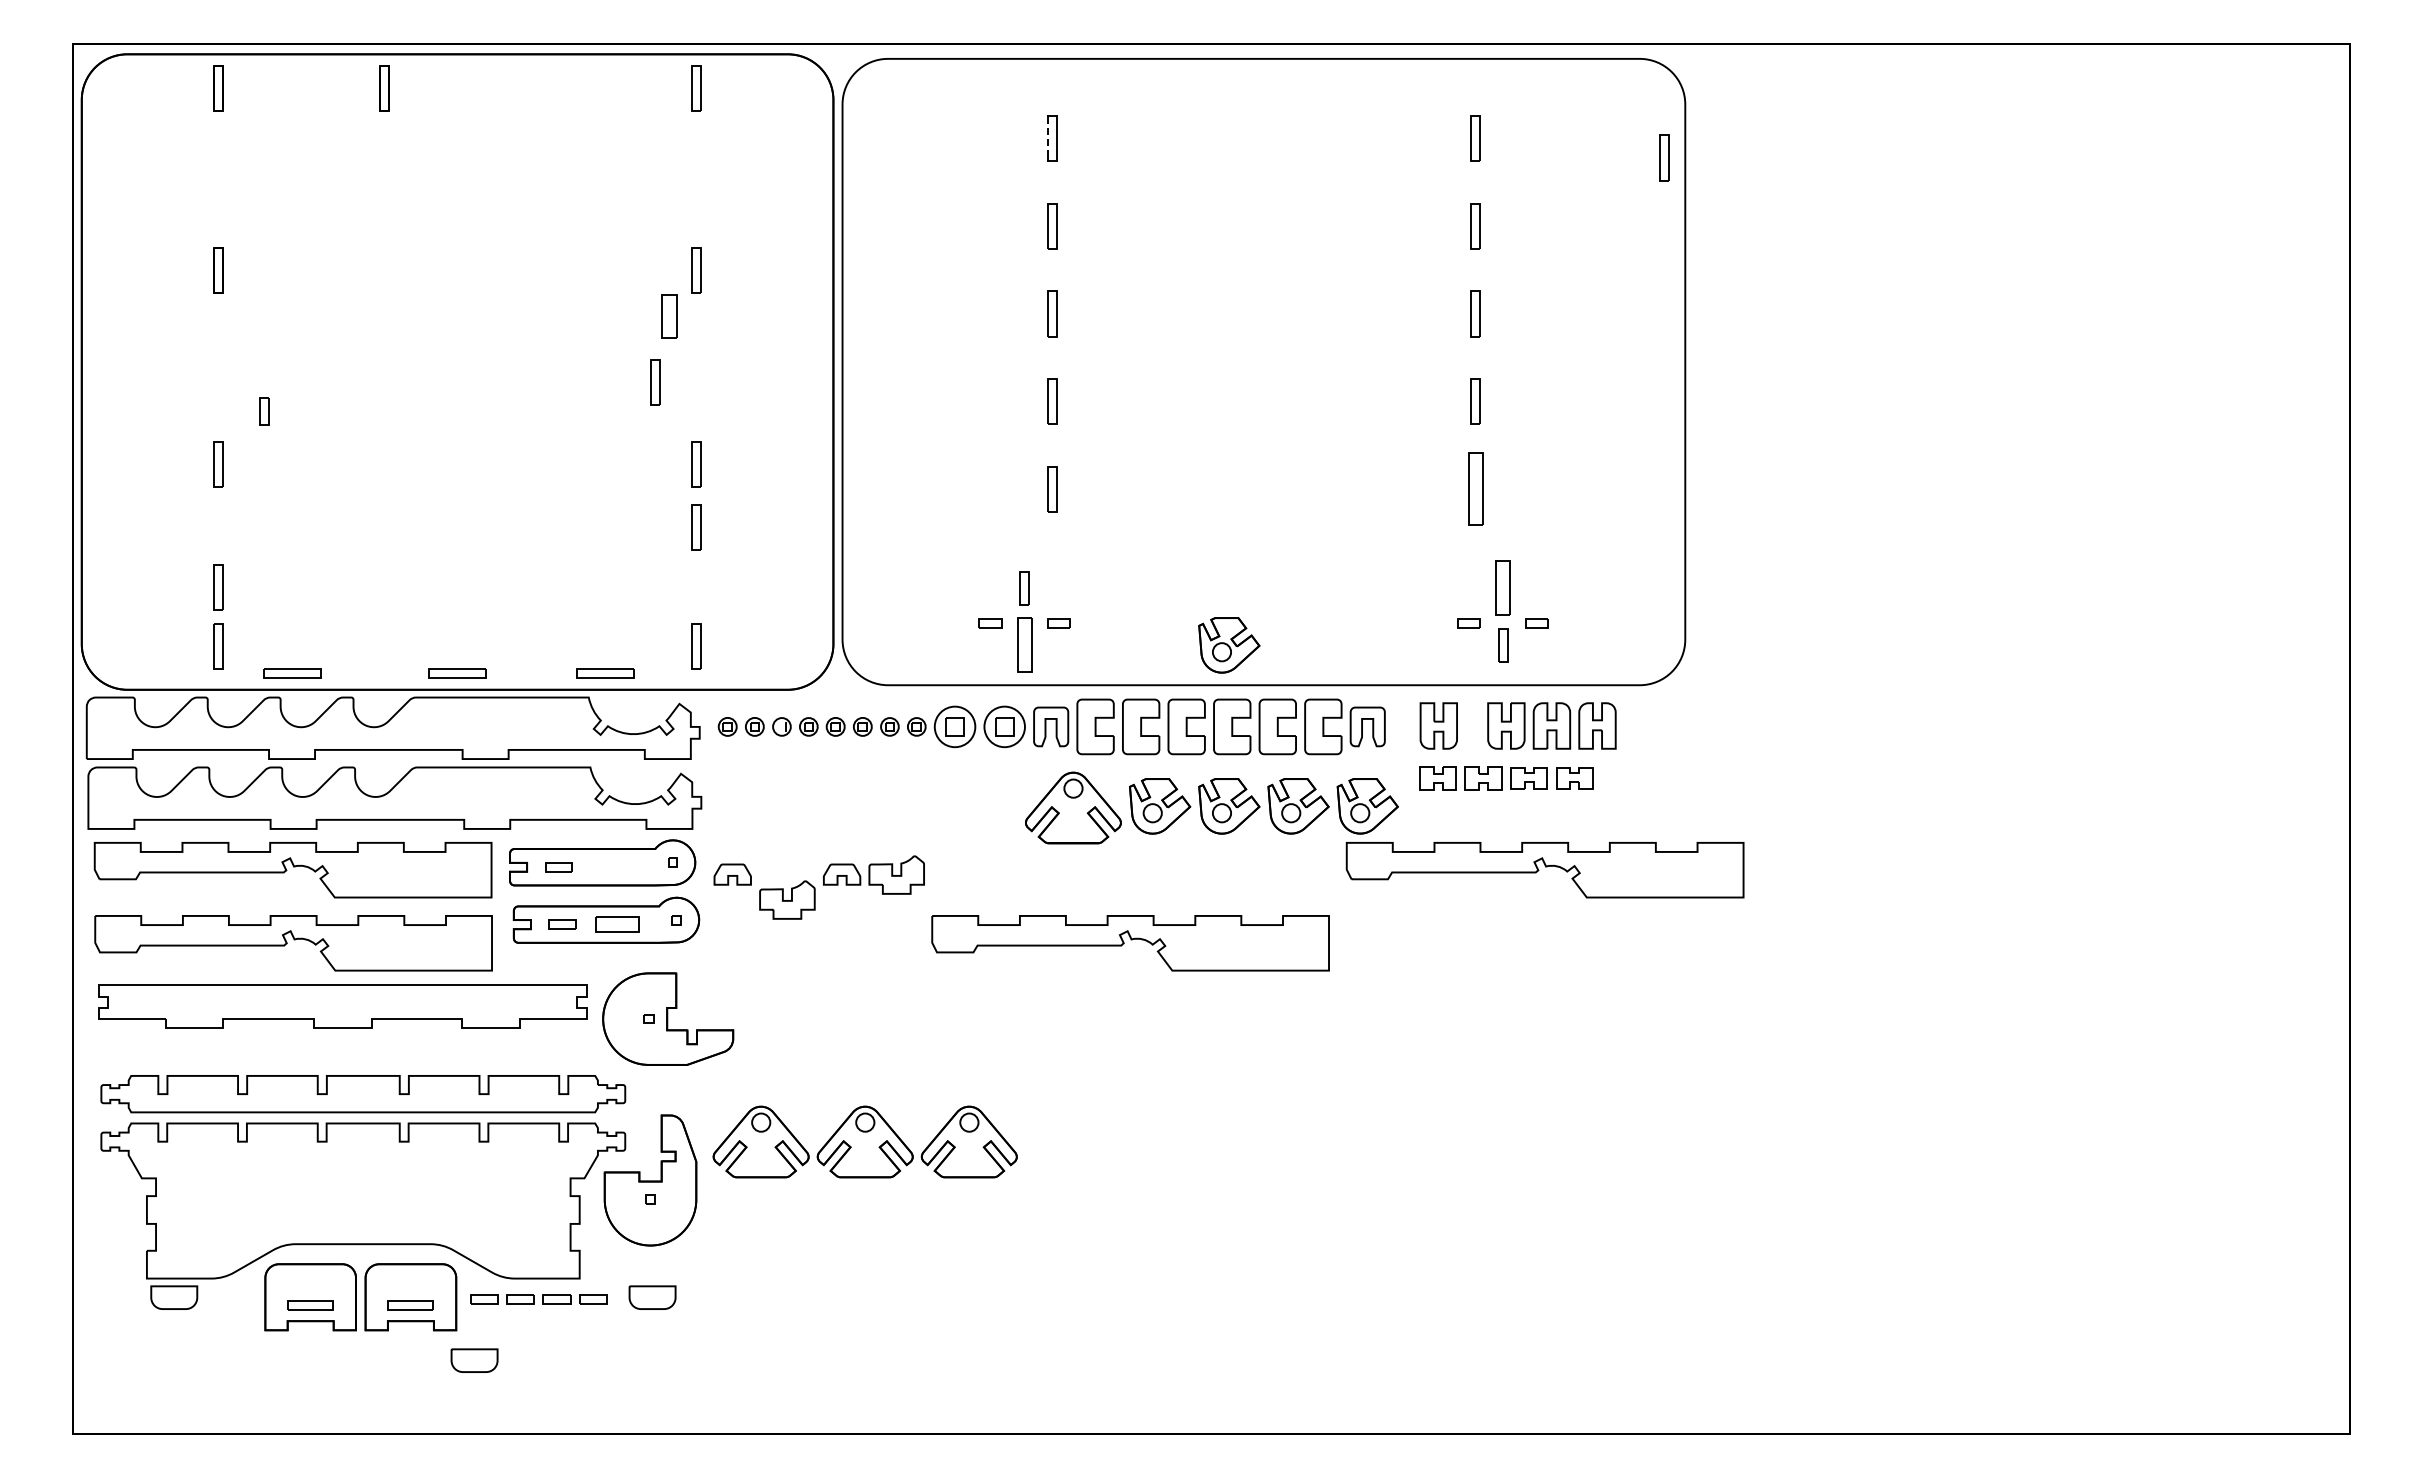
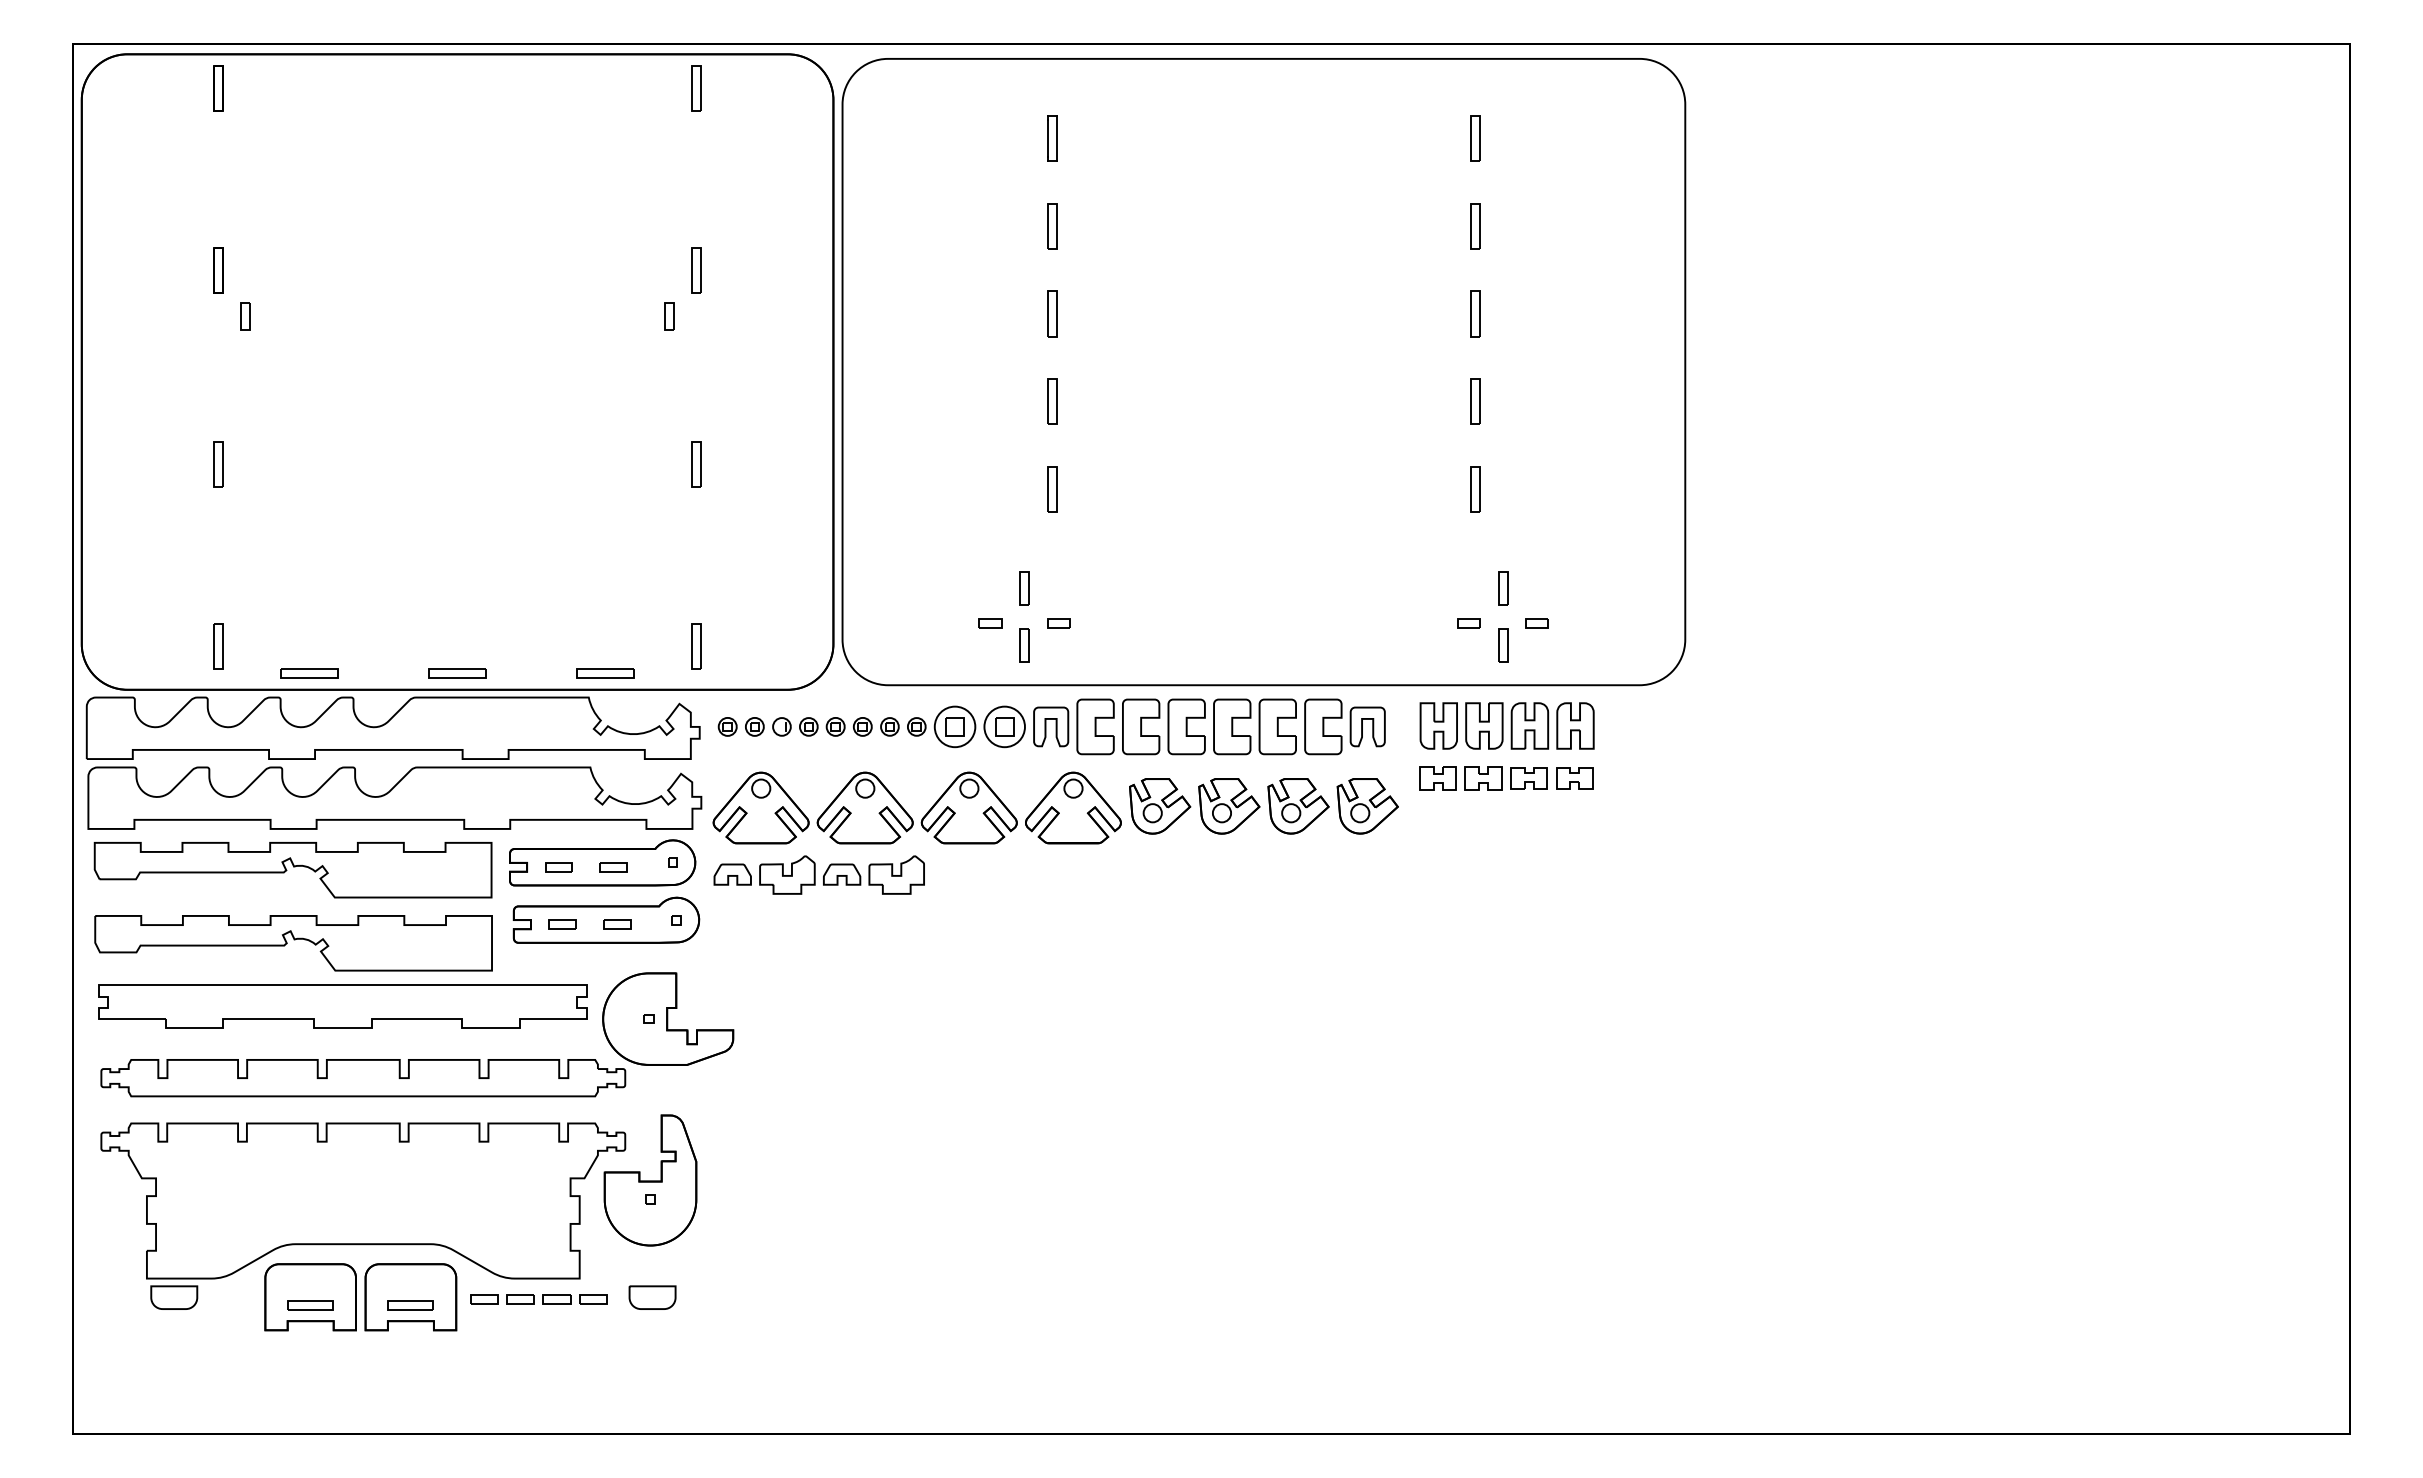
part at (384, 88): present -> none
line at (1047, 138): dashed -> solid
part at (1664, 157): present -> none
part at (669, 316) size: 17x45 px -> 11x29 px
part at (655, 382): present -> none
part at (264, 411) position: (264, 411) -> (245, 316)
part at (1475, 488) size: 16x74 px -> 11x47 px
part at (696, 527): present -> none
part at (218, 587): present -> none
part at (1502, 587) size: 16x56 px -> 11x35 px
part at (1024, 644) size: 16x56 px -> 11x35 px
part at (1229, 645): present -> none
part at (292, 673) position: (292, 673) -> (309, 673)
part at (1551, 725) position: (1551, 725) -> (1529, 725)
part at (613, 867): none -> present
part at (1544, 870): present -> none
part at (787, 899) position: (787, 899) -> (787, 874)
part at (617, 924) size: 45x17 px -> 29x11 px
part at (1130, 943): present -> none
part at (363, 1094) position: (363, 1094) -> (363, 1078)
part at (864, 1141) position: (864, 1141) -> (864, 807)
part at (474, 1360): present -> none
